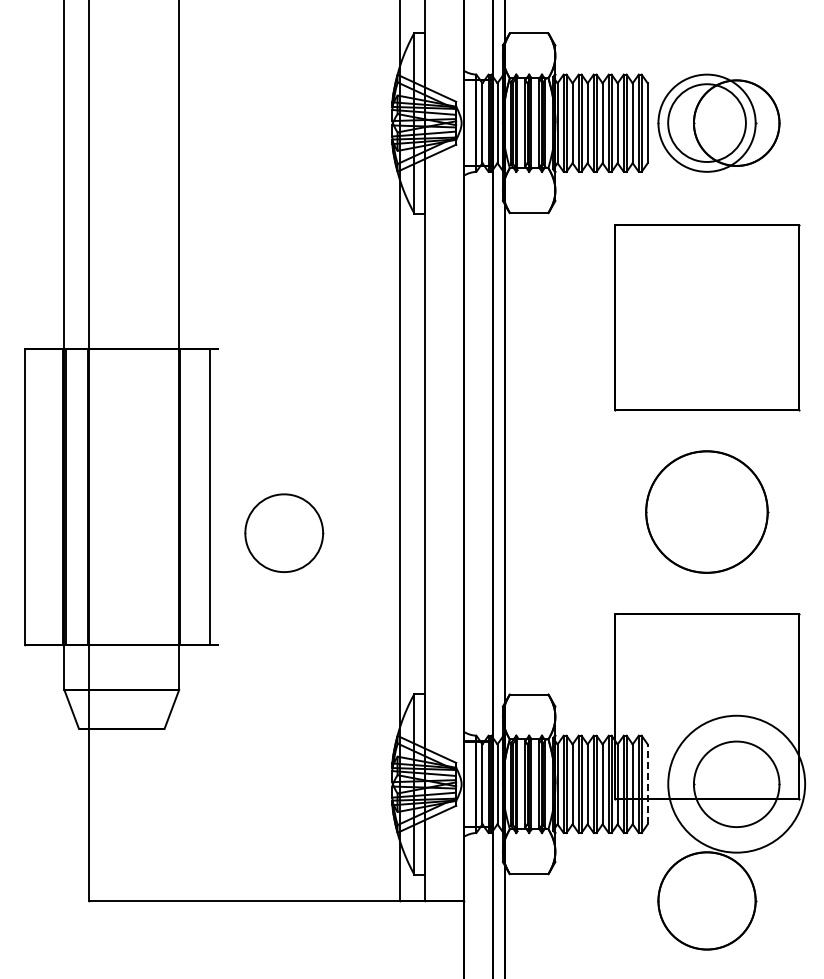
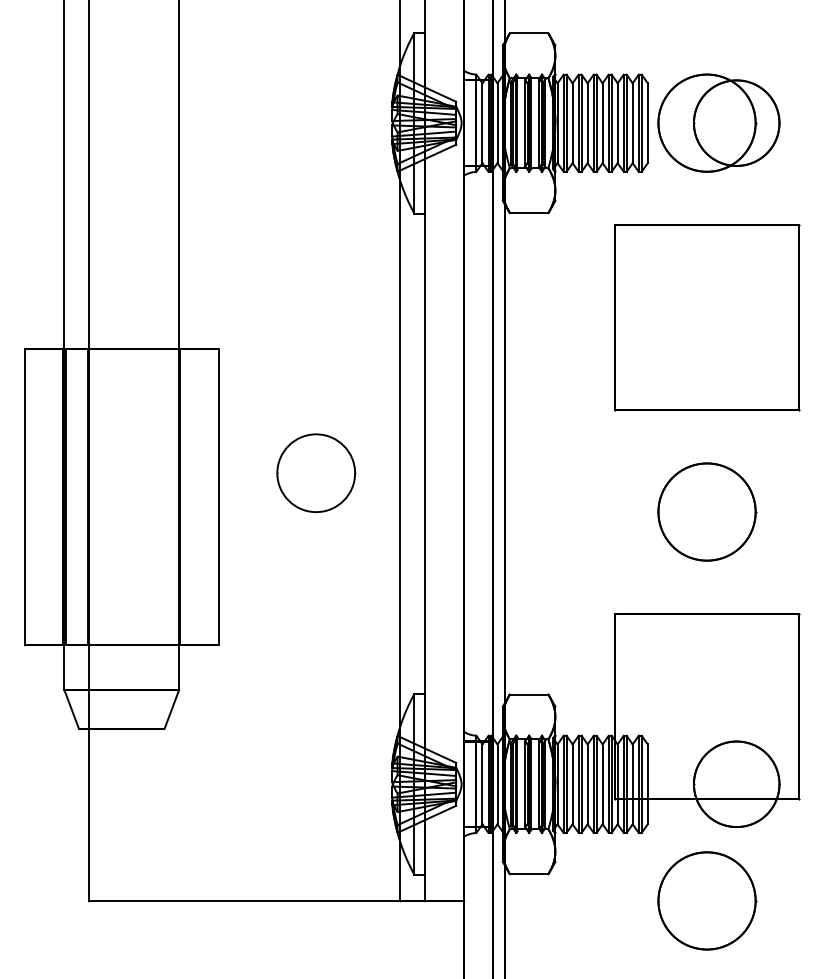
circle at (706, 123) diameter: 78 px -> 97 px
line at (210, 496) position: (210, 496) -> (219, 496)
part at (707, 511) size: 125x124 px -> 101x100 px
part at (284, 532) position: (284, 532) -> (316, 472)
circle at (736, 783) diameter: 137 px -> 86 px
line at (647, 784): dashed -> solid
